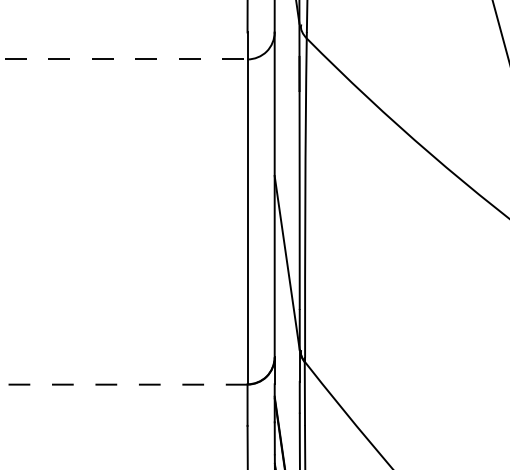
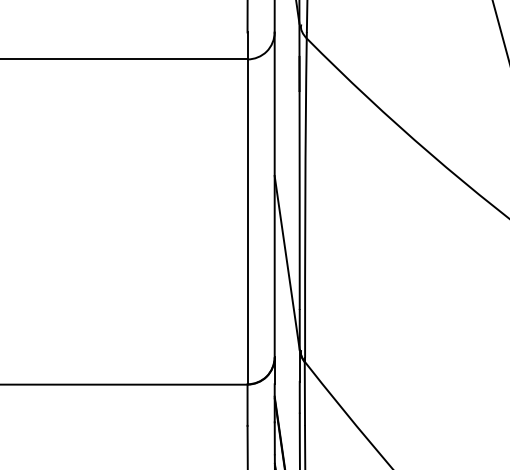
line at (124, 59): dashed -> solid
line at (123, 384): dashed -> solid
